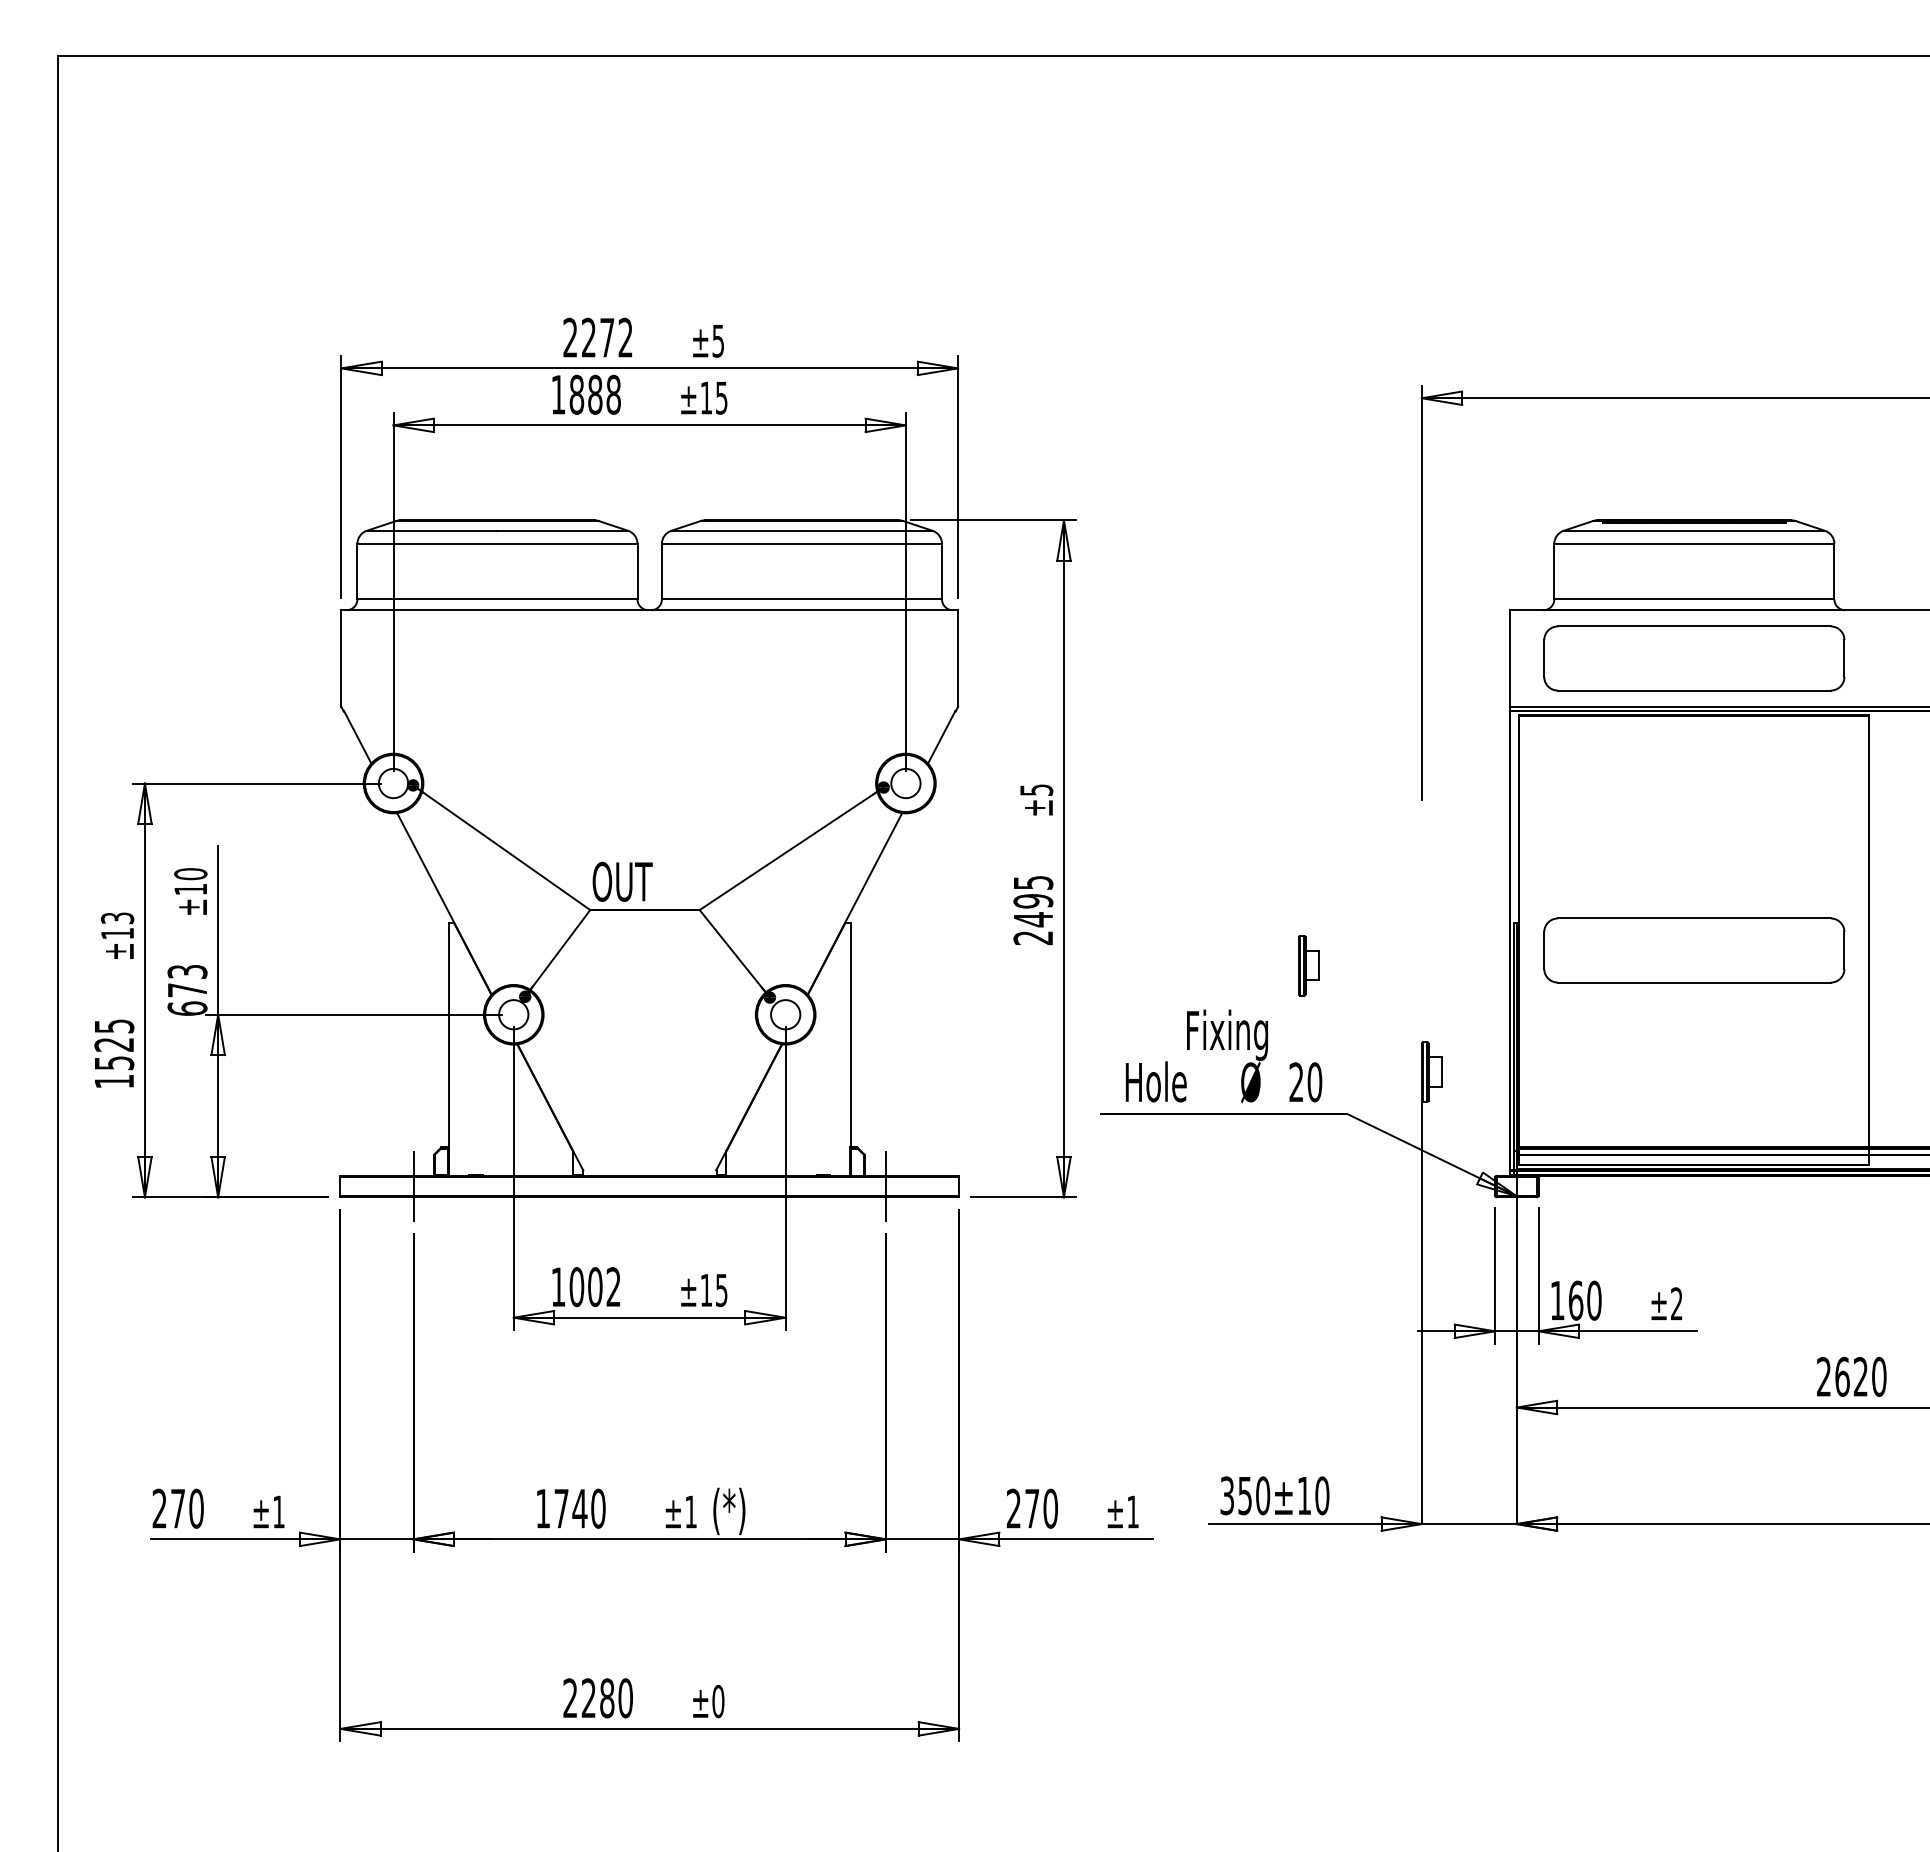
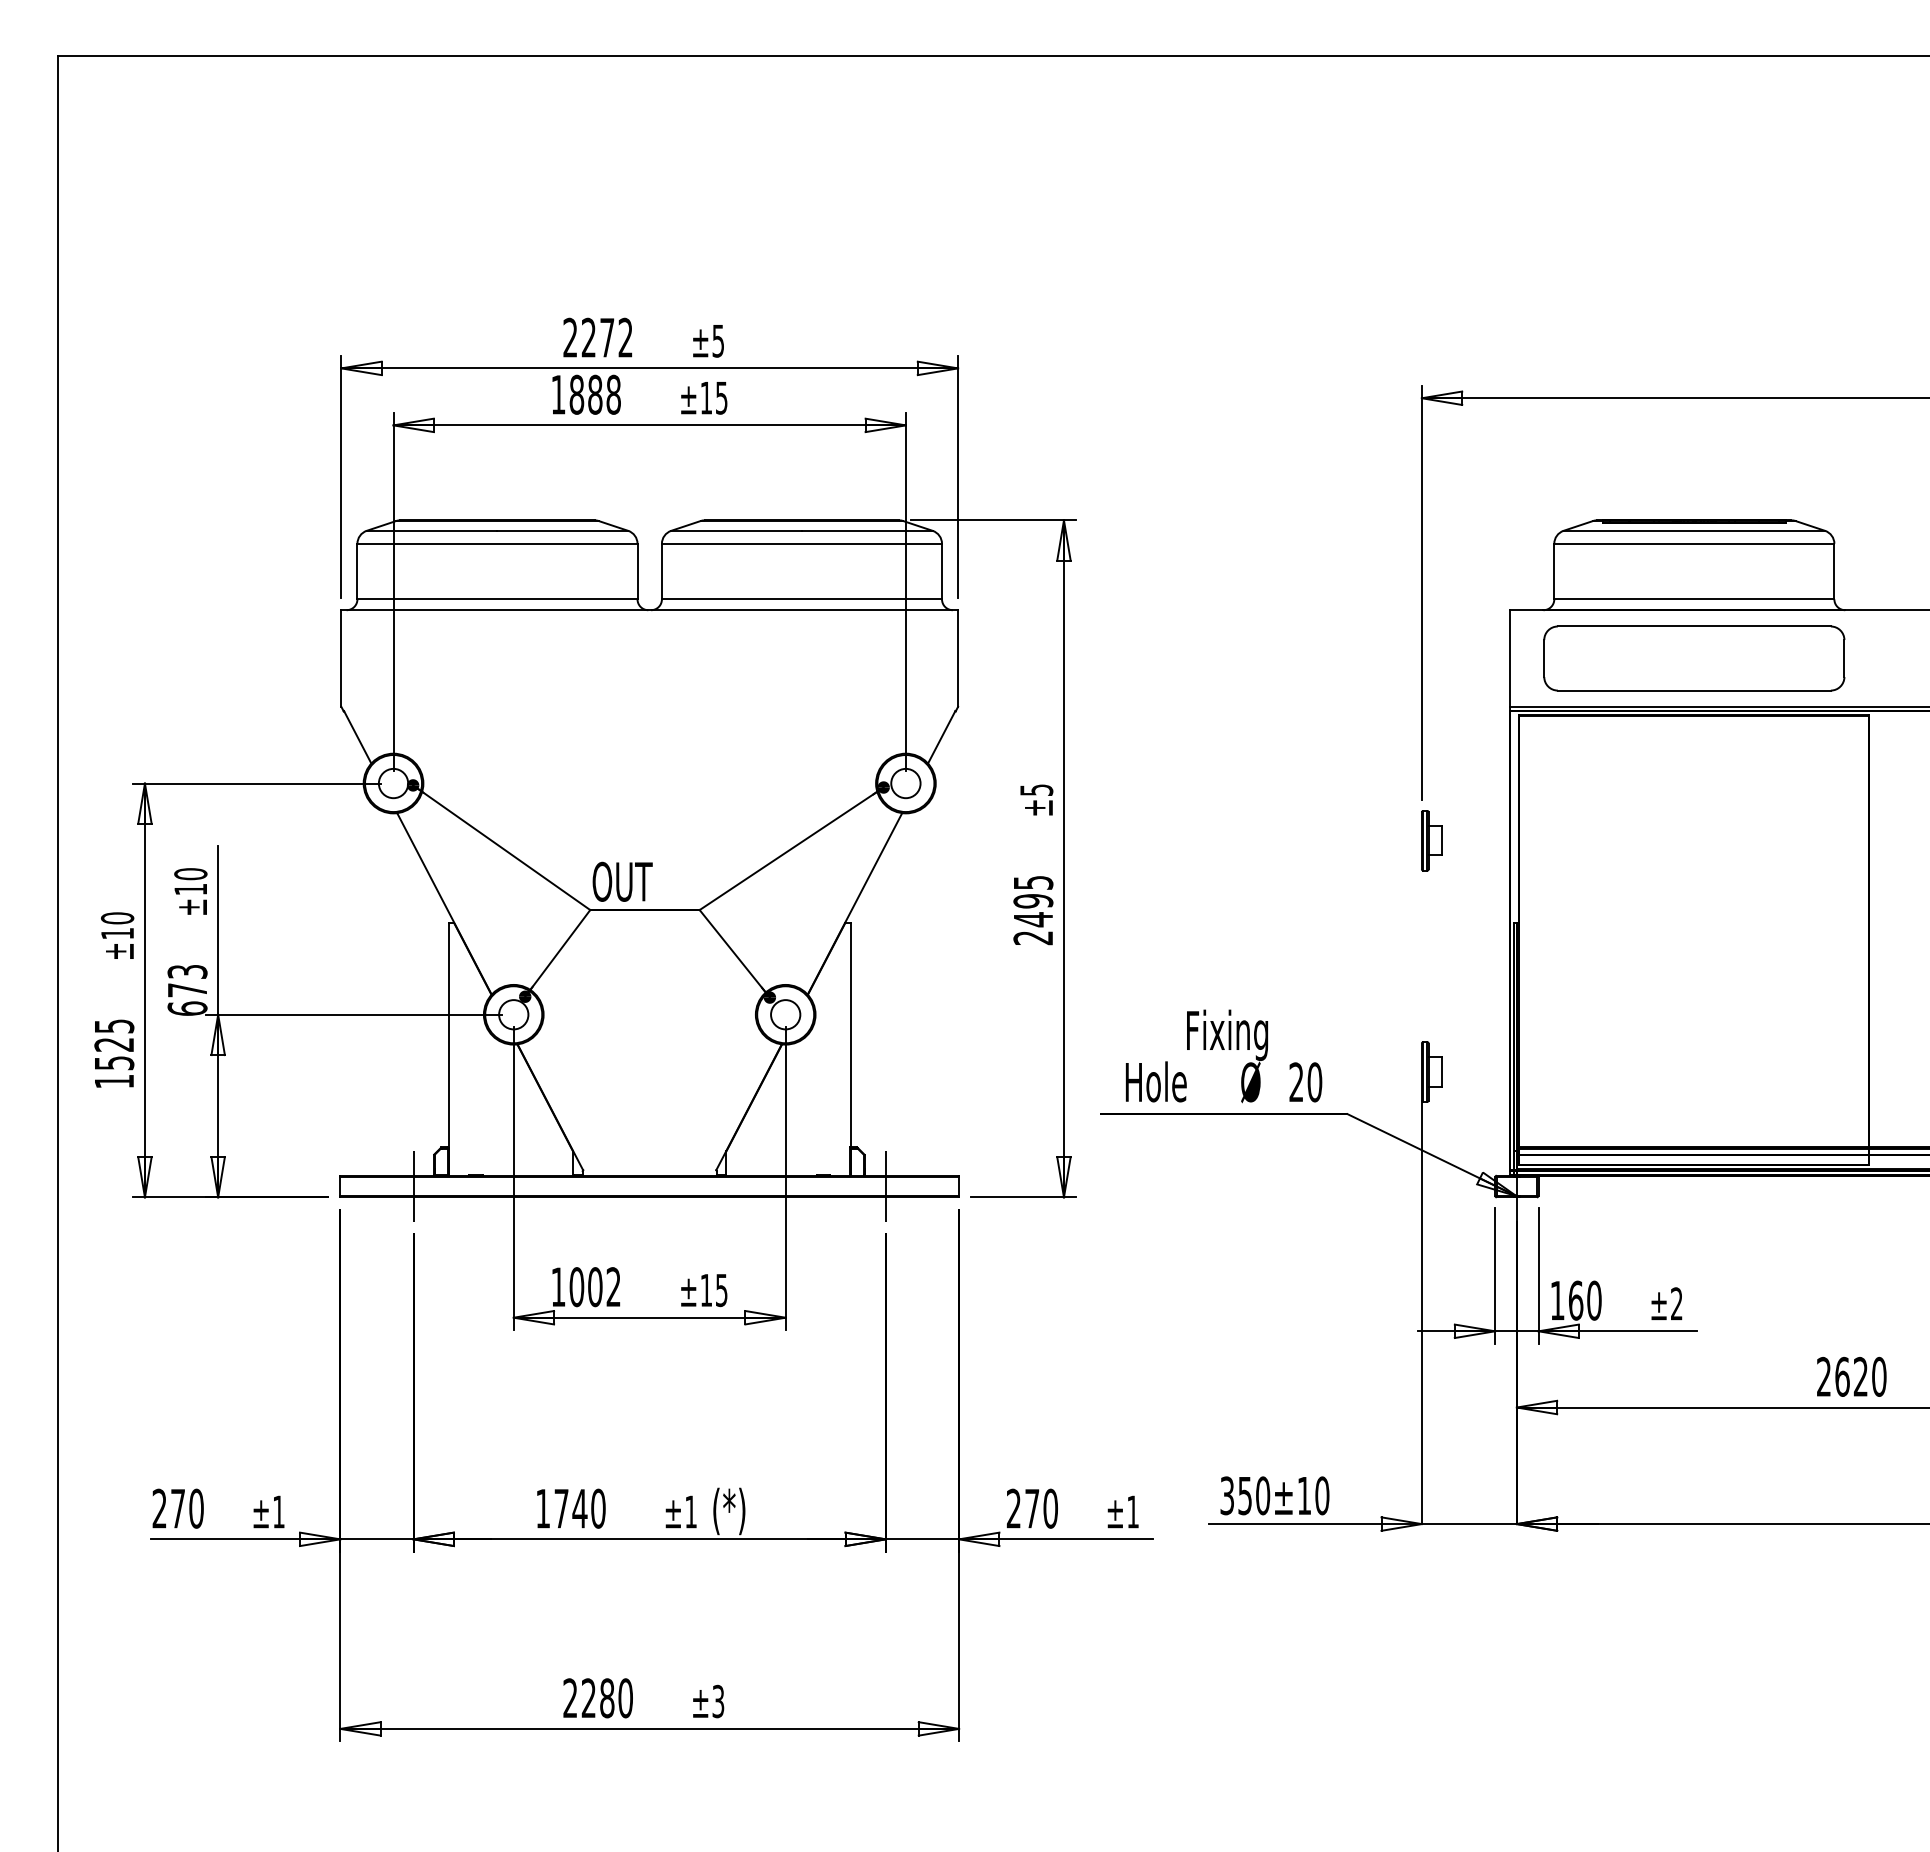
text at (117, 918): ±13 -> ±10
part at (1694, 950): present -> none
part at (1308, 965) position: (1308, 965) -> (1431, 840)
text at (718, 1701): ±0 -> ±3
